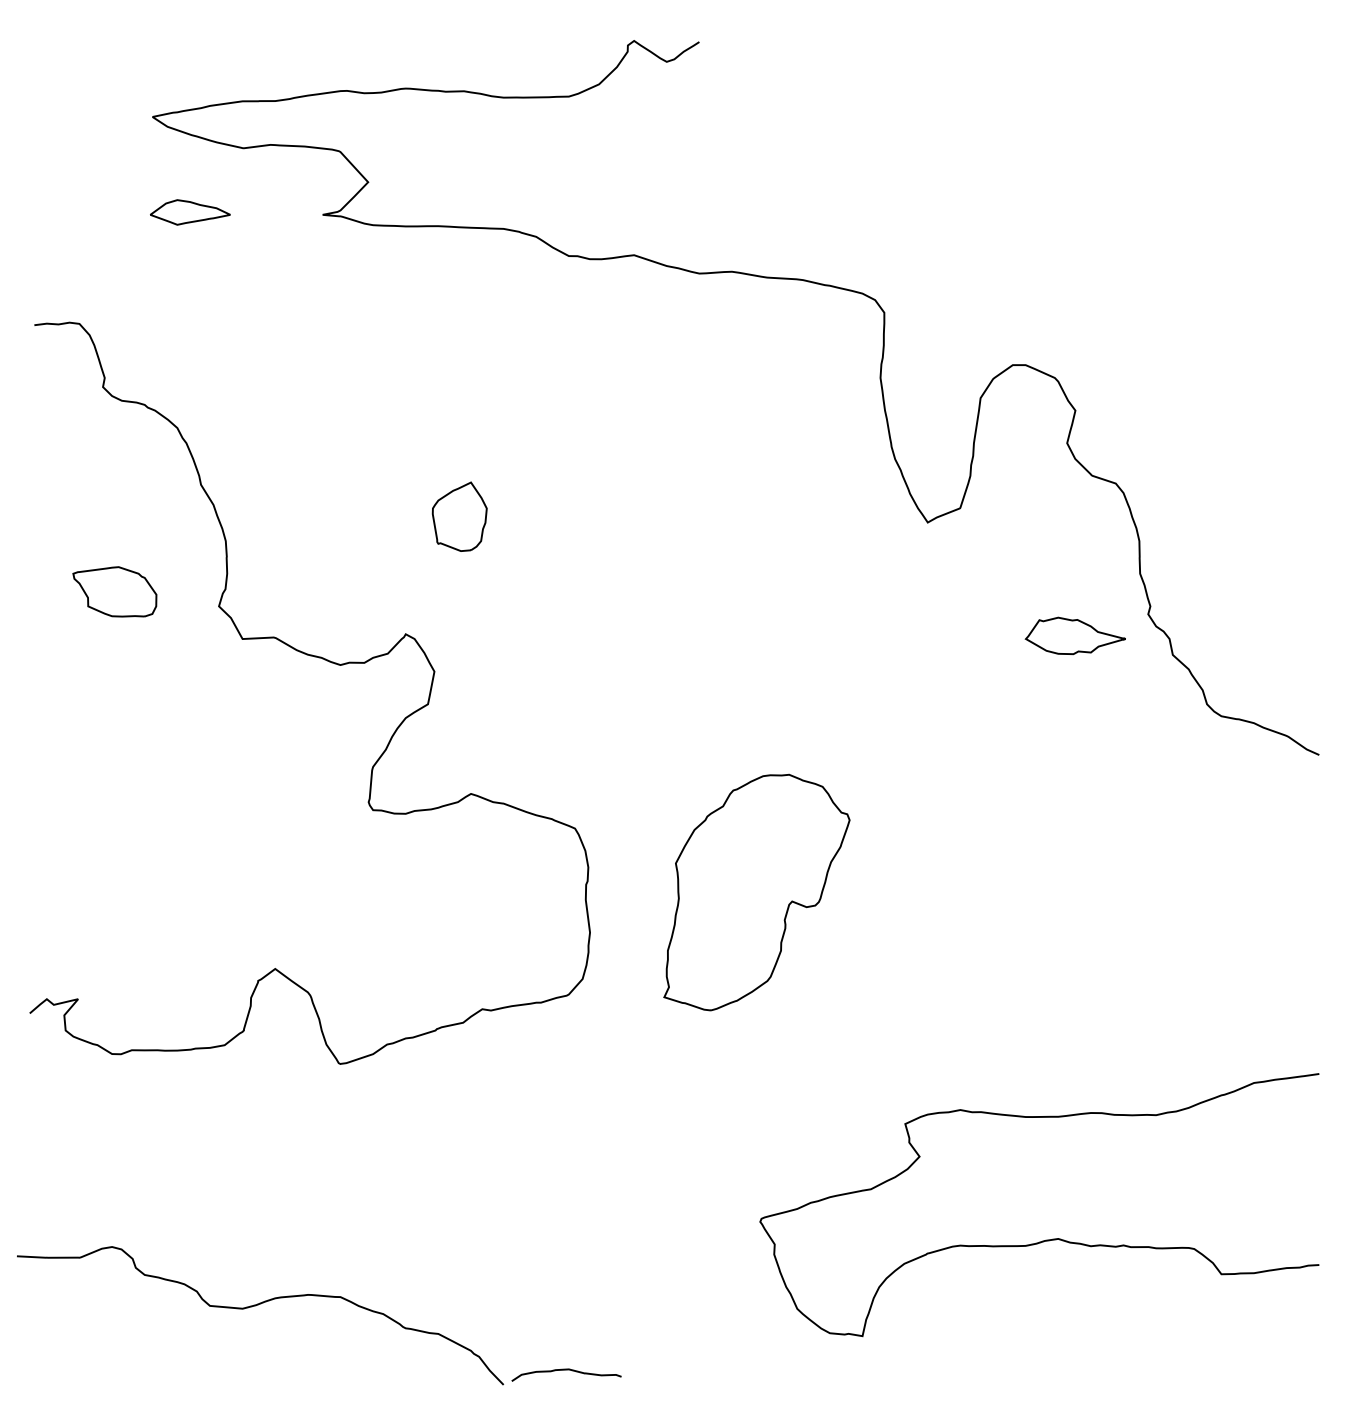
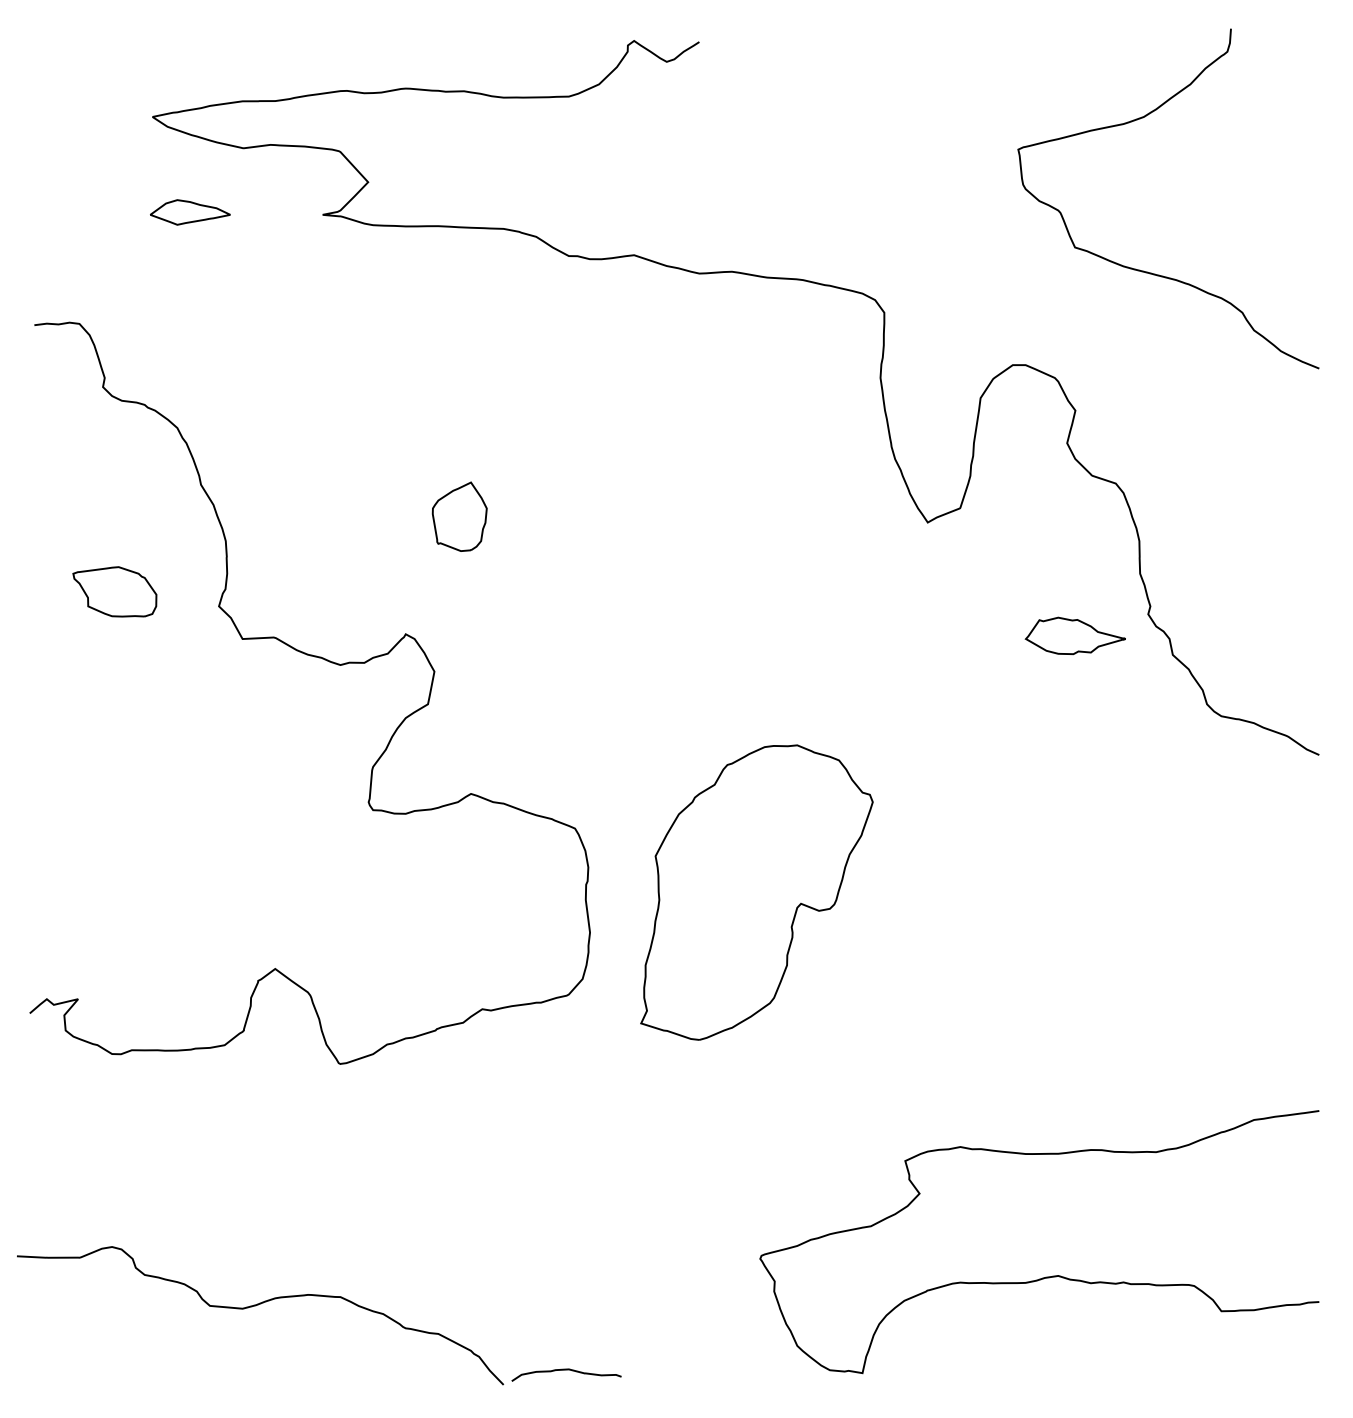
curve at (1151, 272): none -> present
part at (756, 892) size: 188x239 px -> 234x297 px
curve at (1046, 1239) position: (1046, 1239) -> (1046, 1276)
